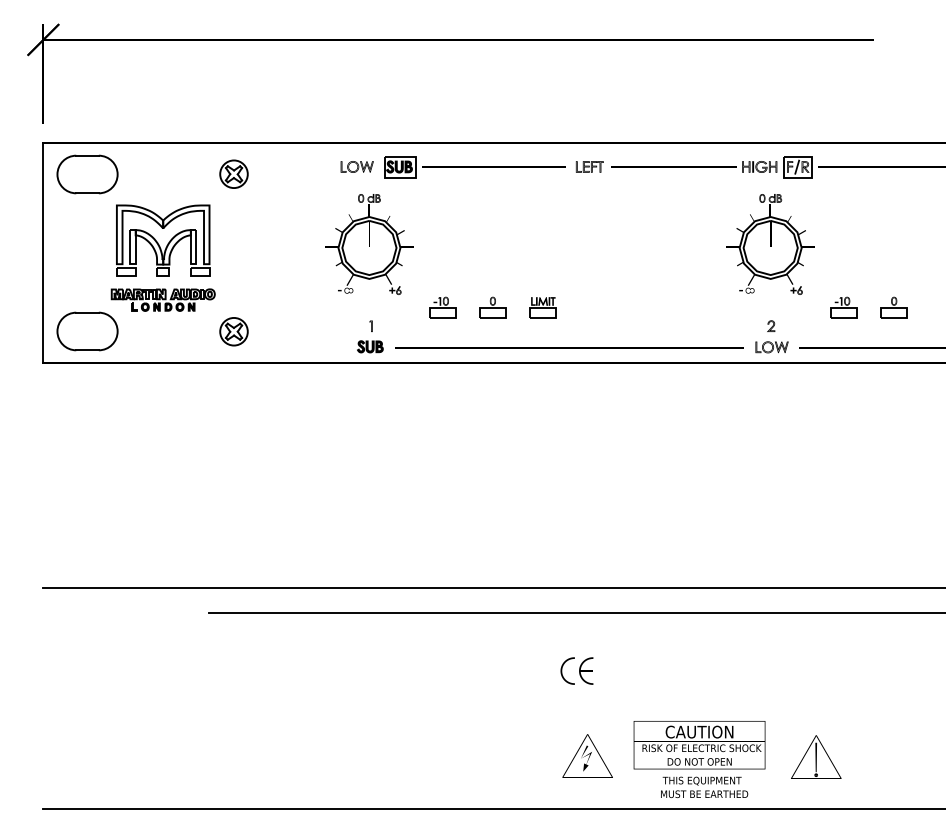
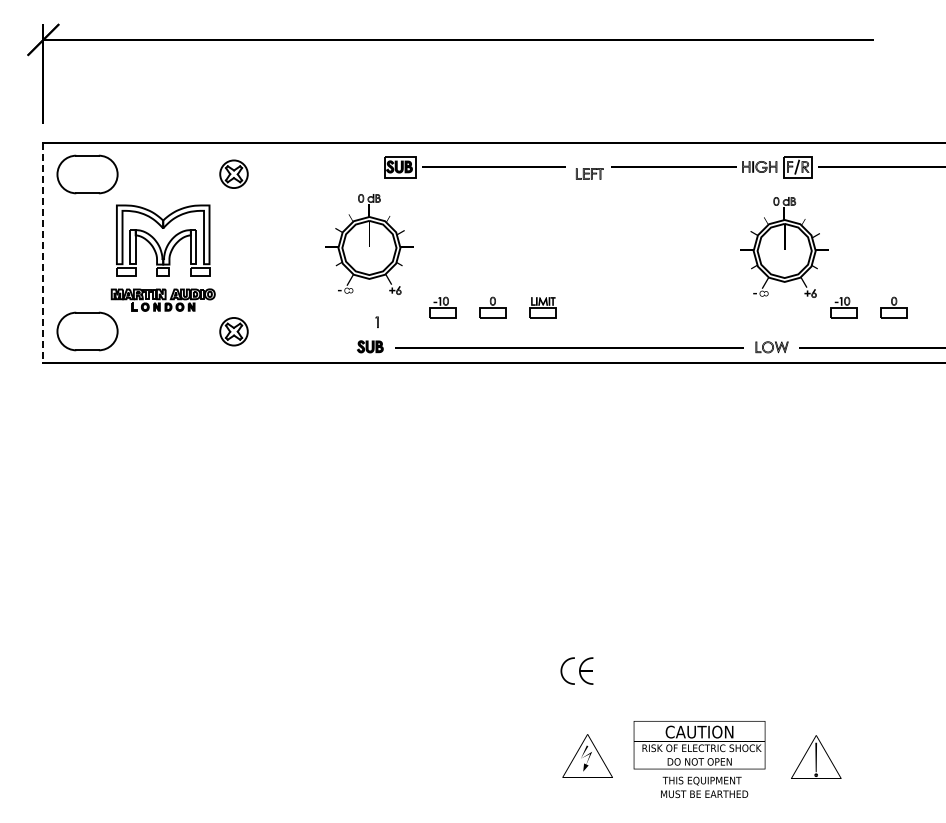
part at (356, 166): present -> none
part at (589, 166) position: (589, 166) -> (589, 173)
part at (770, 244) position: (770, 244) -> (784, 247)
line at (43, 253): solid -> dashed
part at (370, 325) position: (370, 325) -> (376, 321)
part at (771, 325): present -> none
line at (492, 588): present -> none
line at (575, 613): present -> none
line at (492, 809): present -> none
